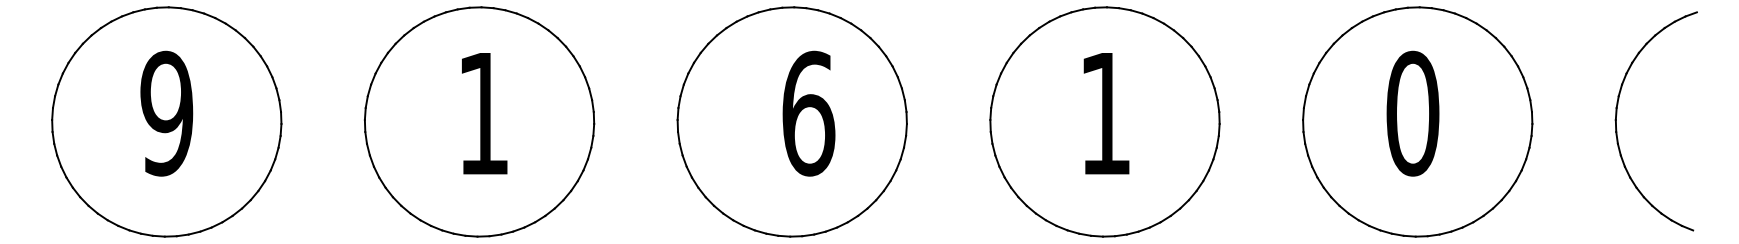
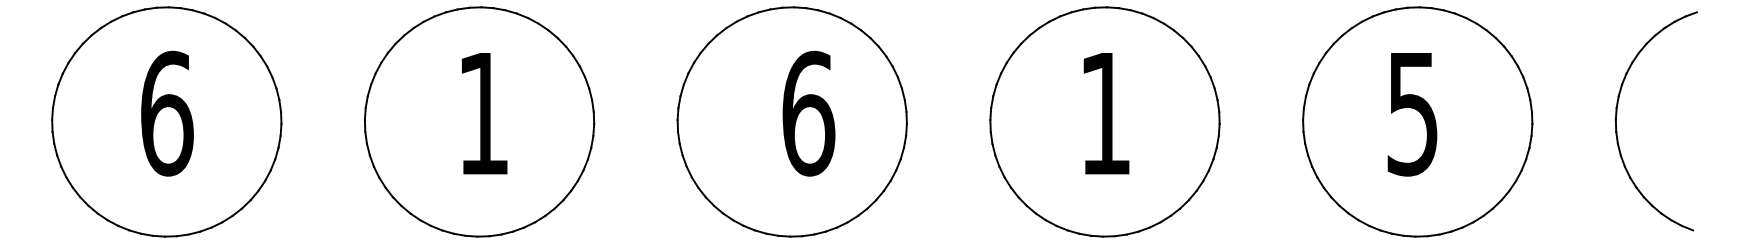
text at (166, 113): 9 -> 6
text at (1412, 113): 0 -> 5
